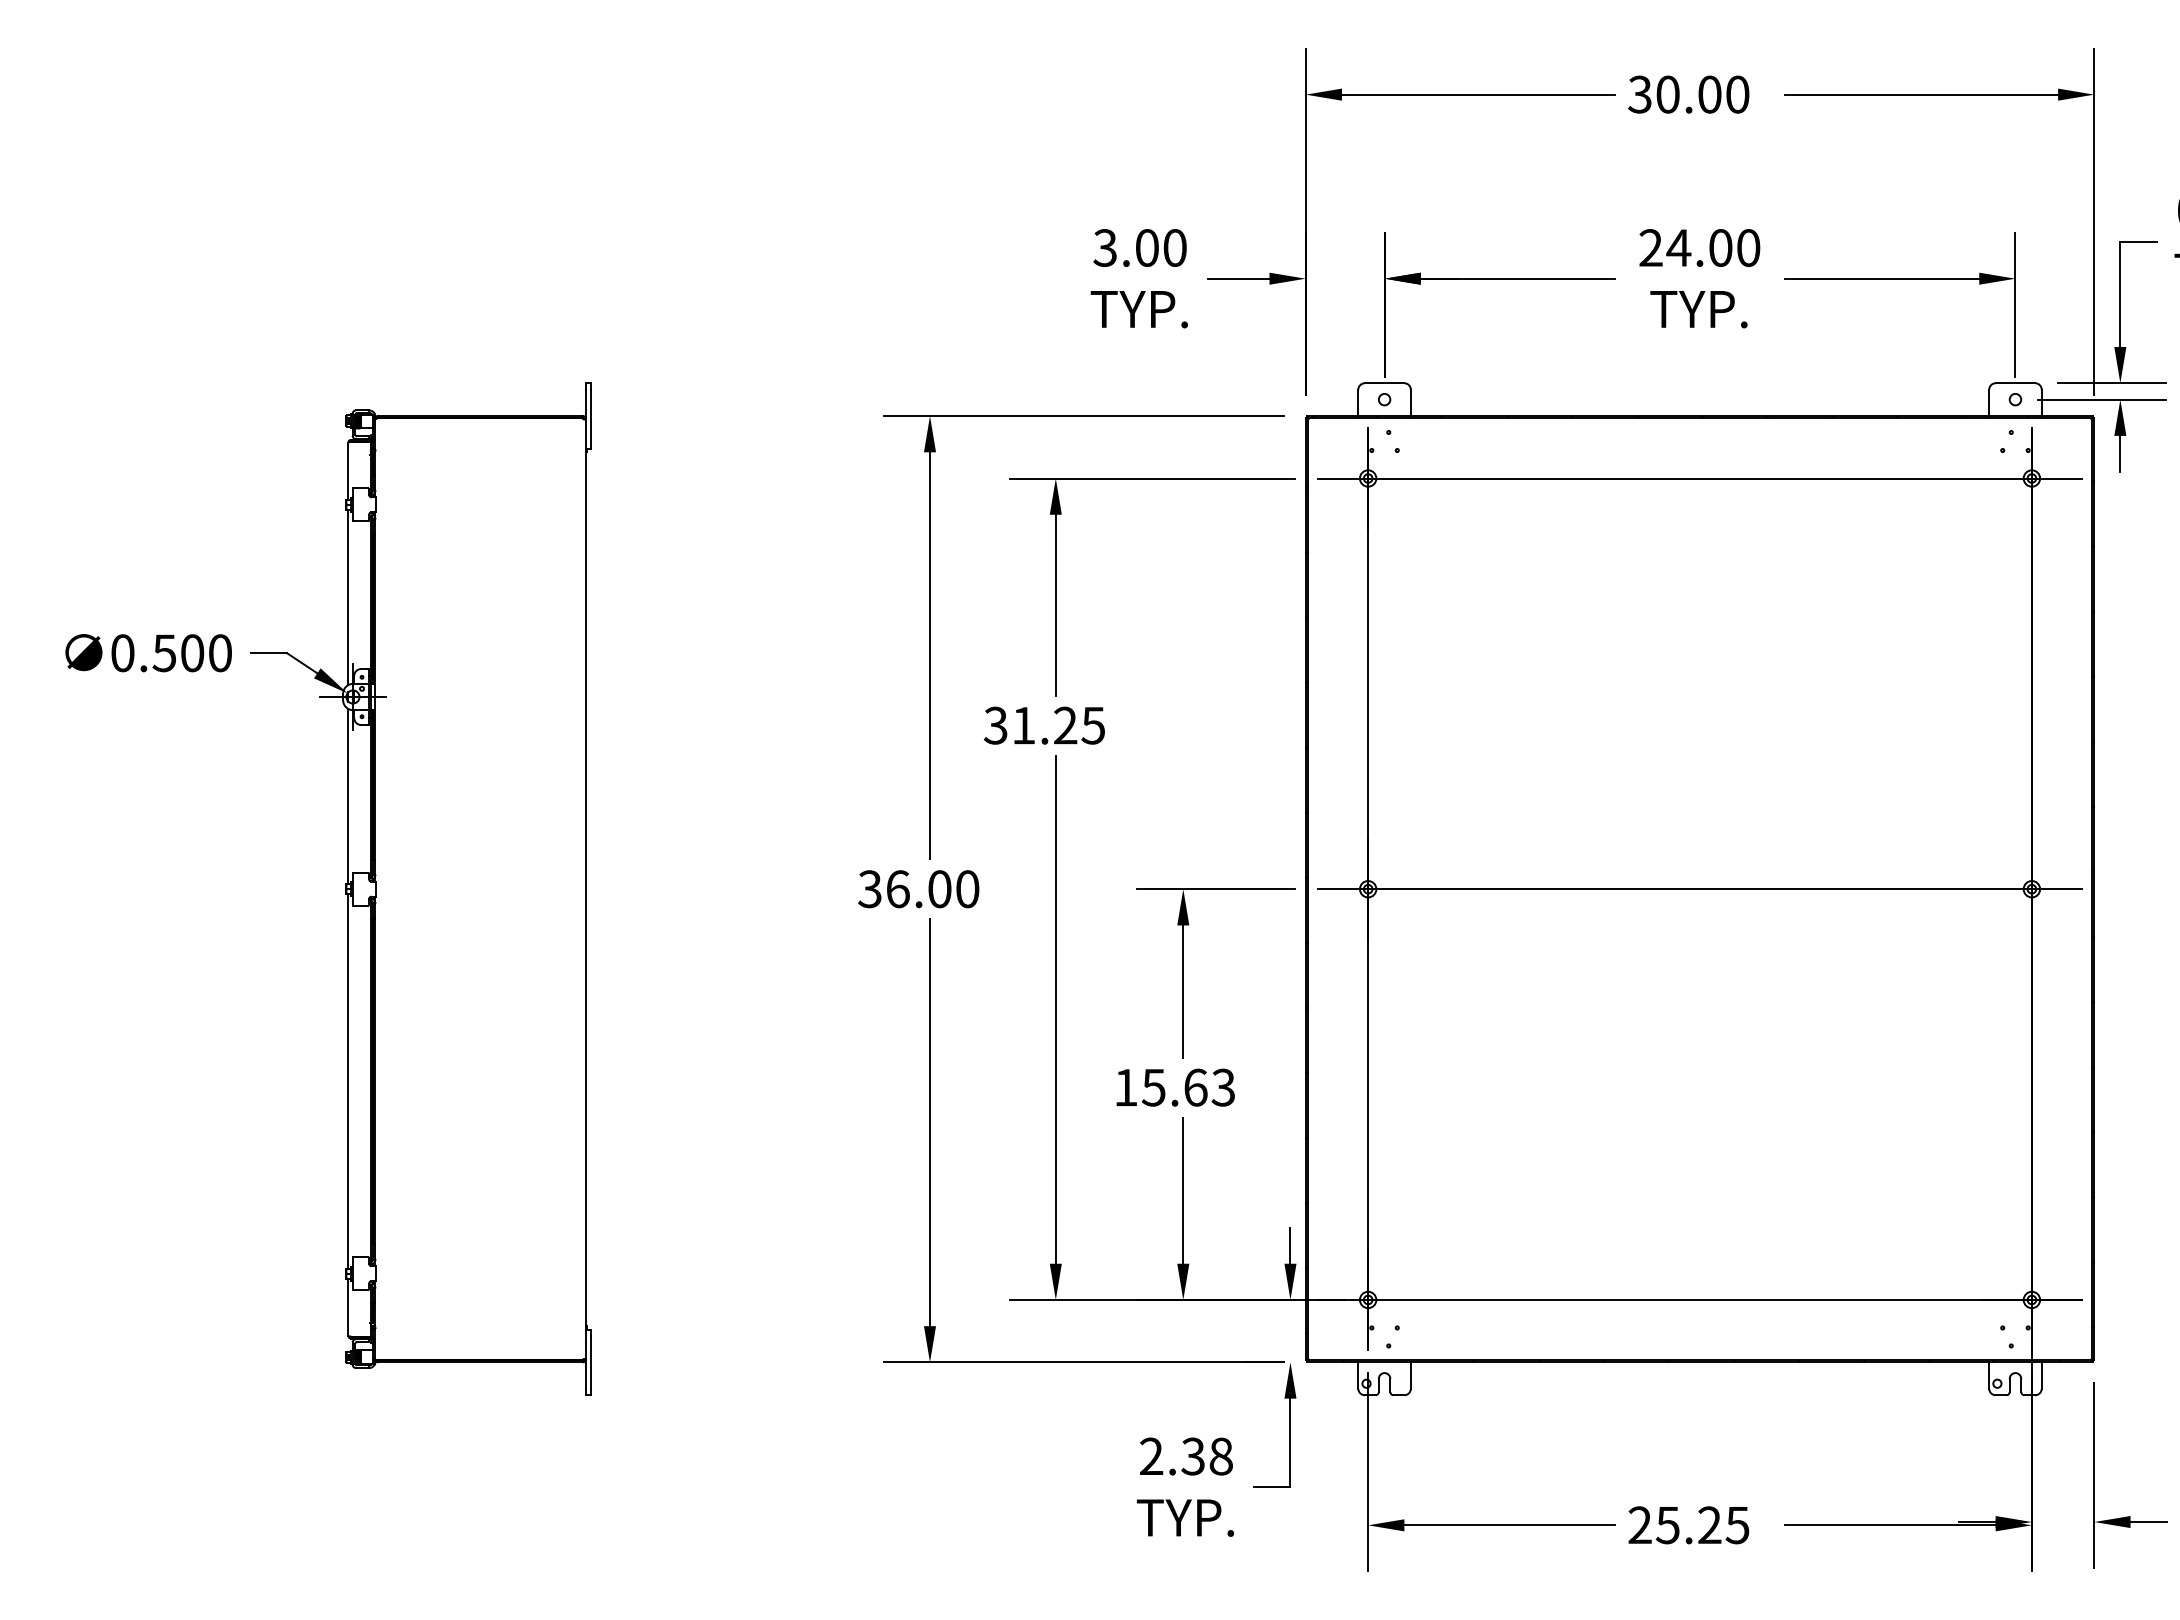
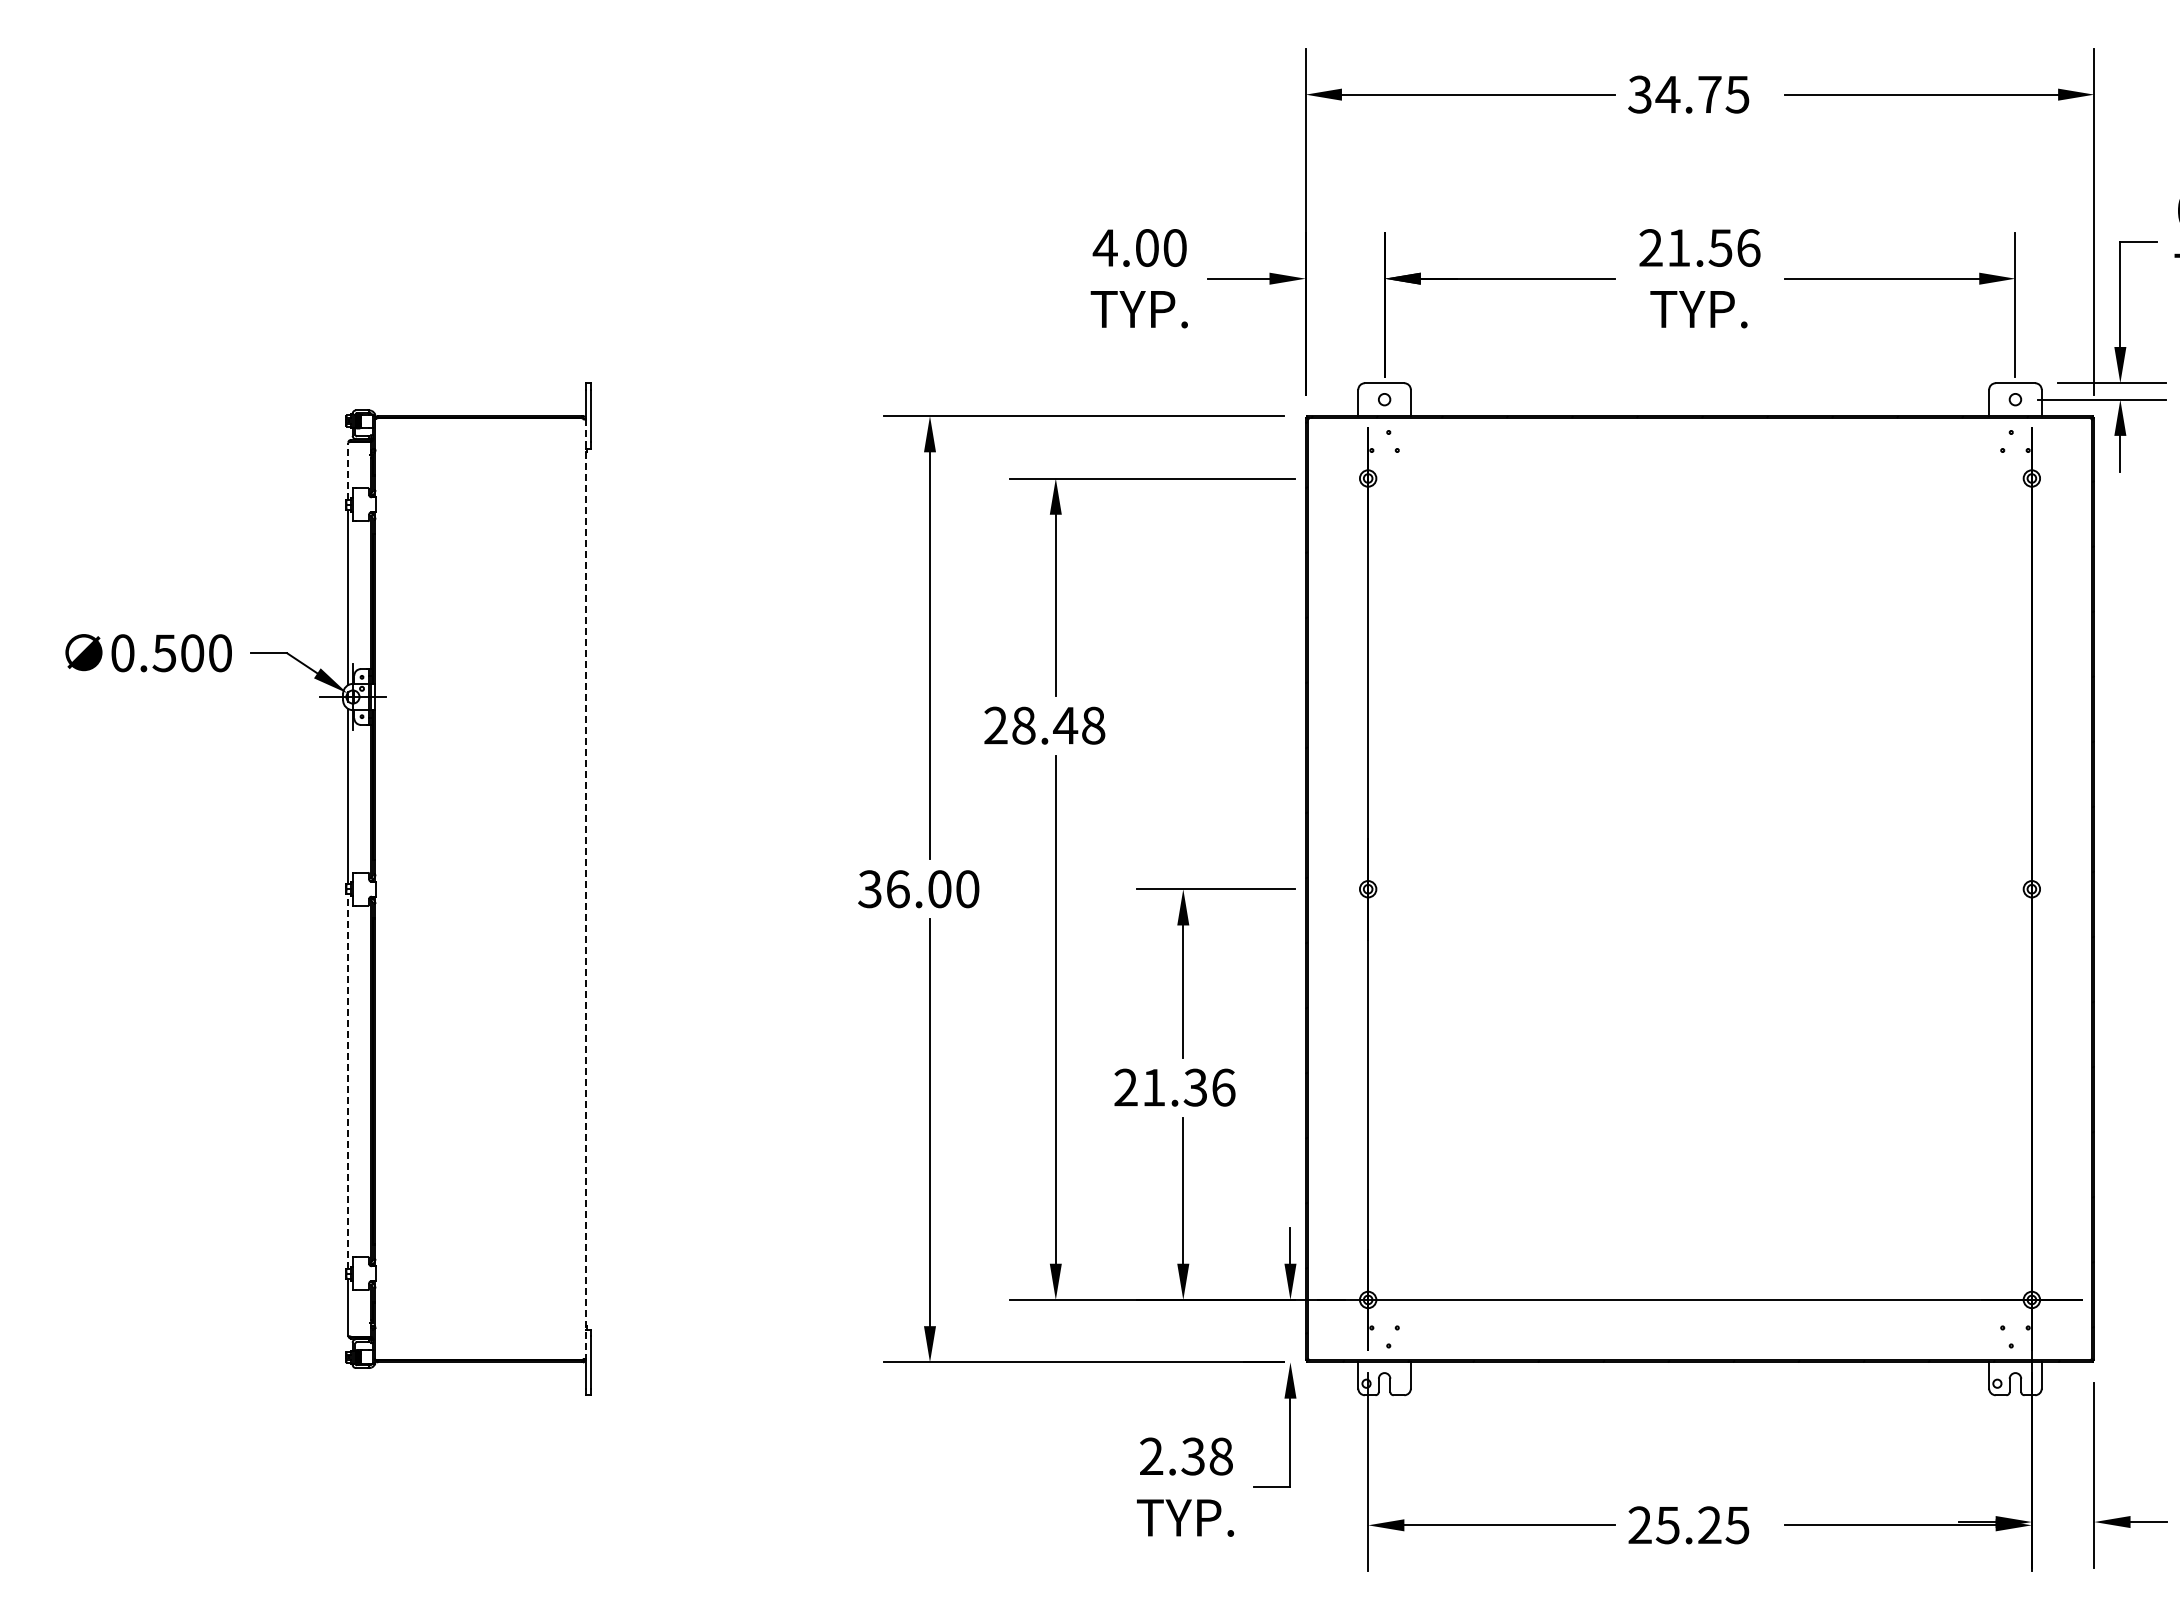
text at (1702, 94): 30.00 -> 34.75
text at (1104, 247): 3.00 -> 4.00
text at (1713, 247): 24.00 -> 21.56
line at (348, 471): solid -> dashed
line at (1699, 478): present -> none
text at (1044, 725): 31.25 -> 28.48
line at (585, 889): solid -> dashed
line at (1699, 889): present -> none
line at (348, 1080): solid -> dashed
text at (1174, 1087): 15.63 -> 21.36
